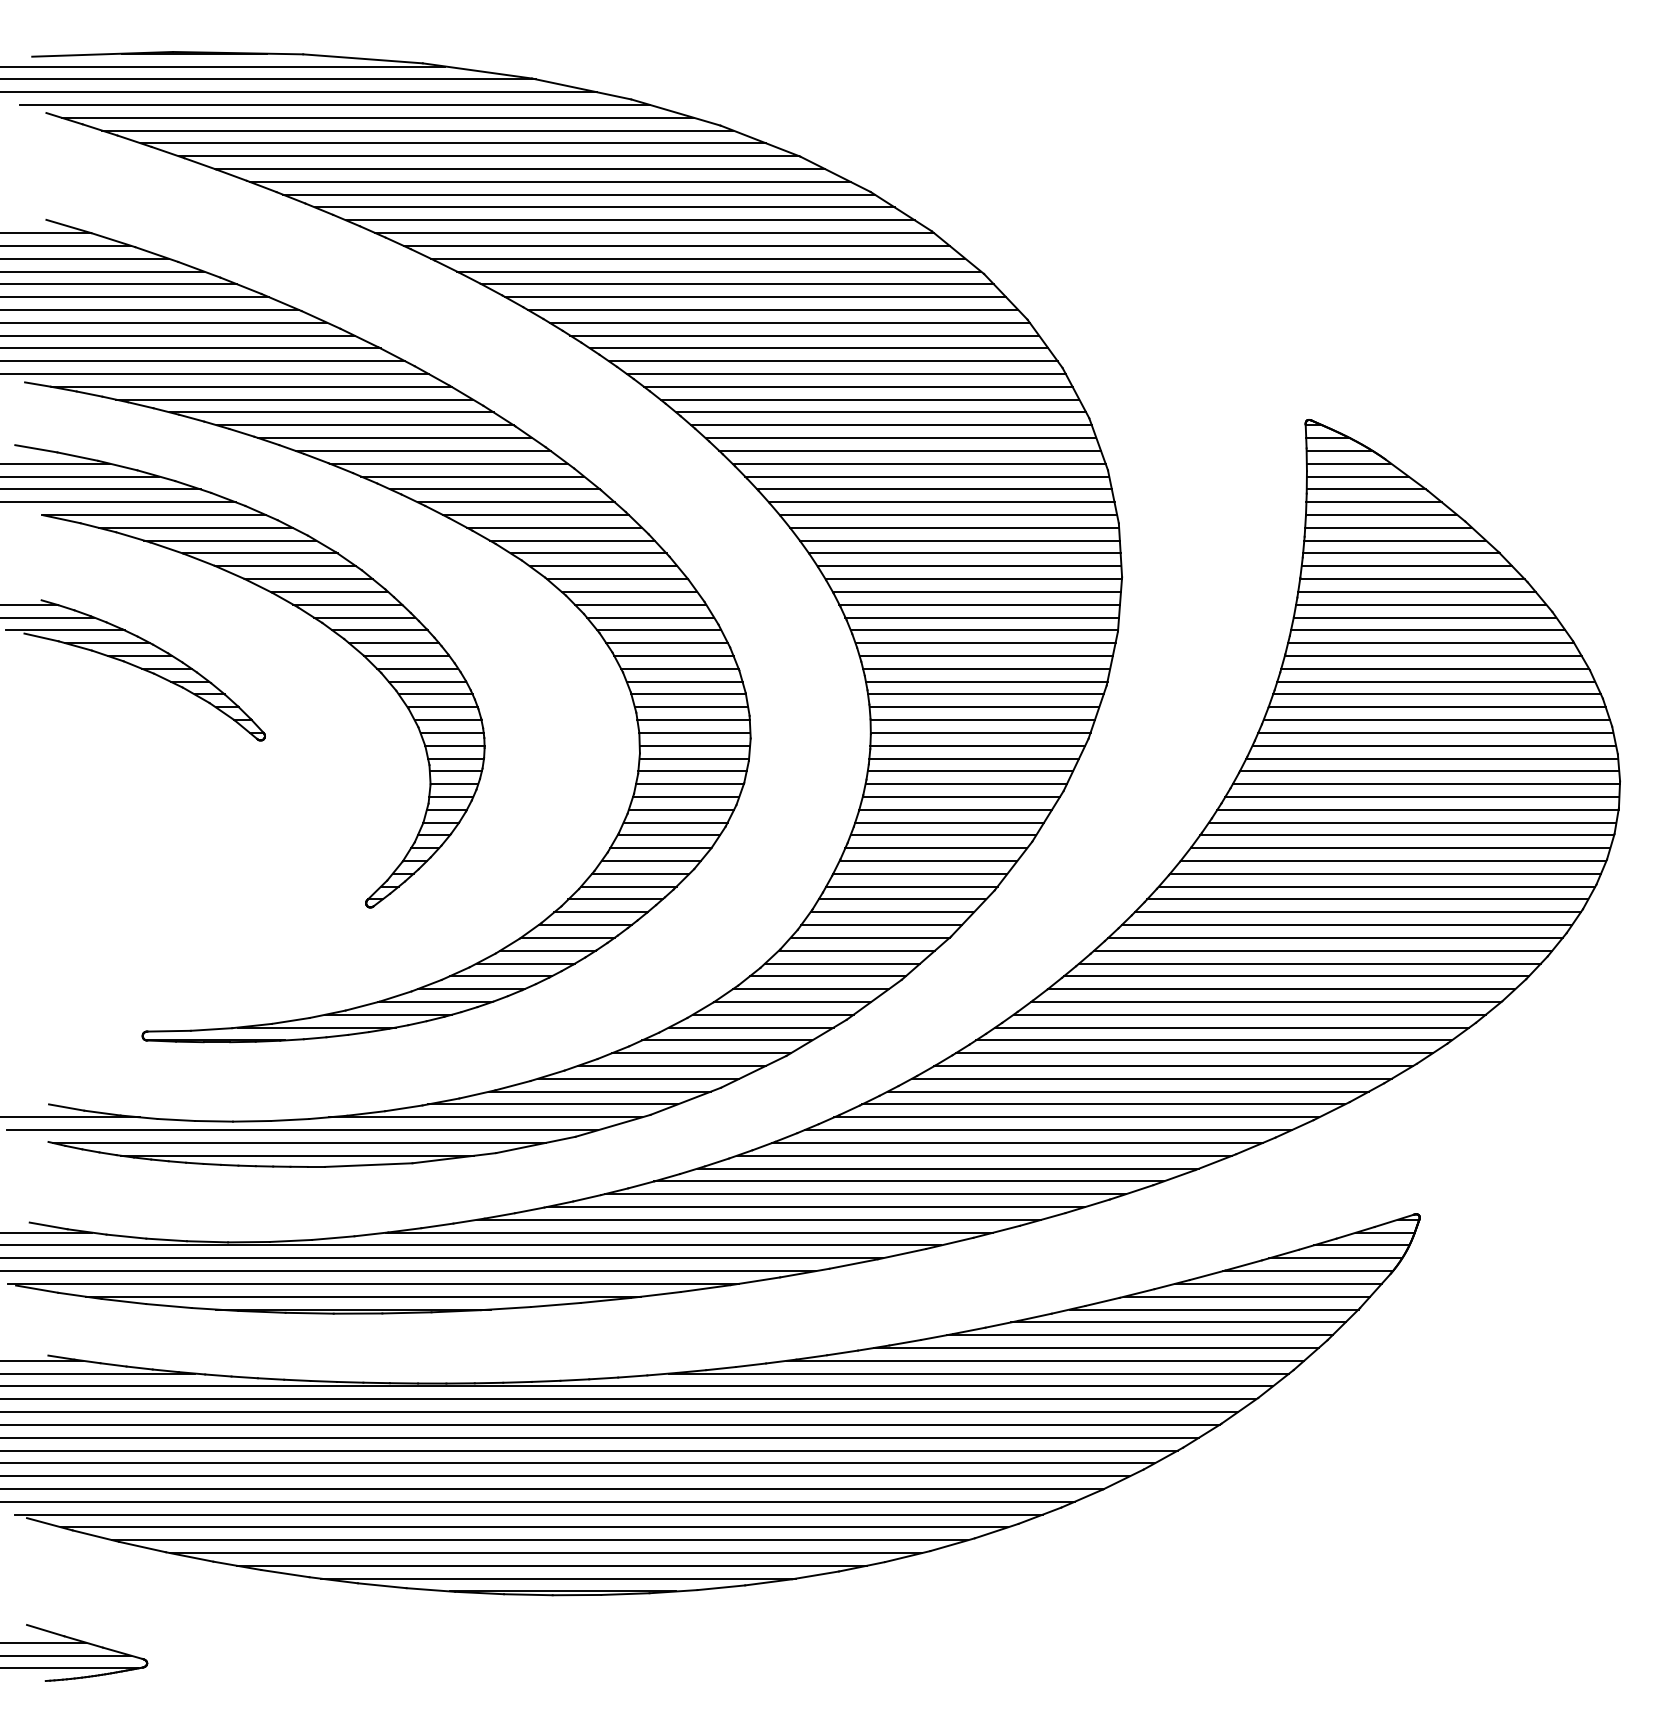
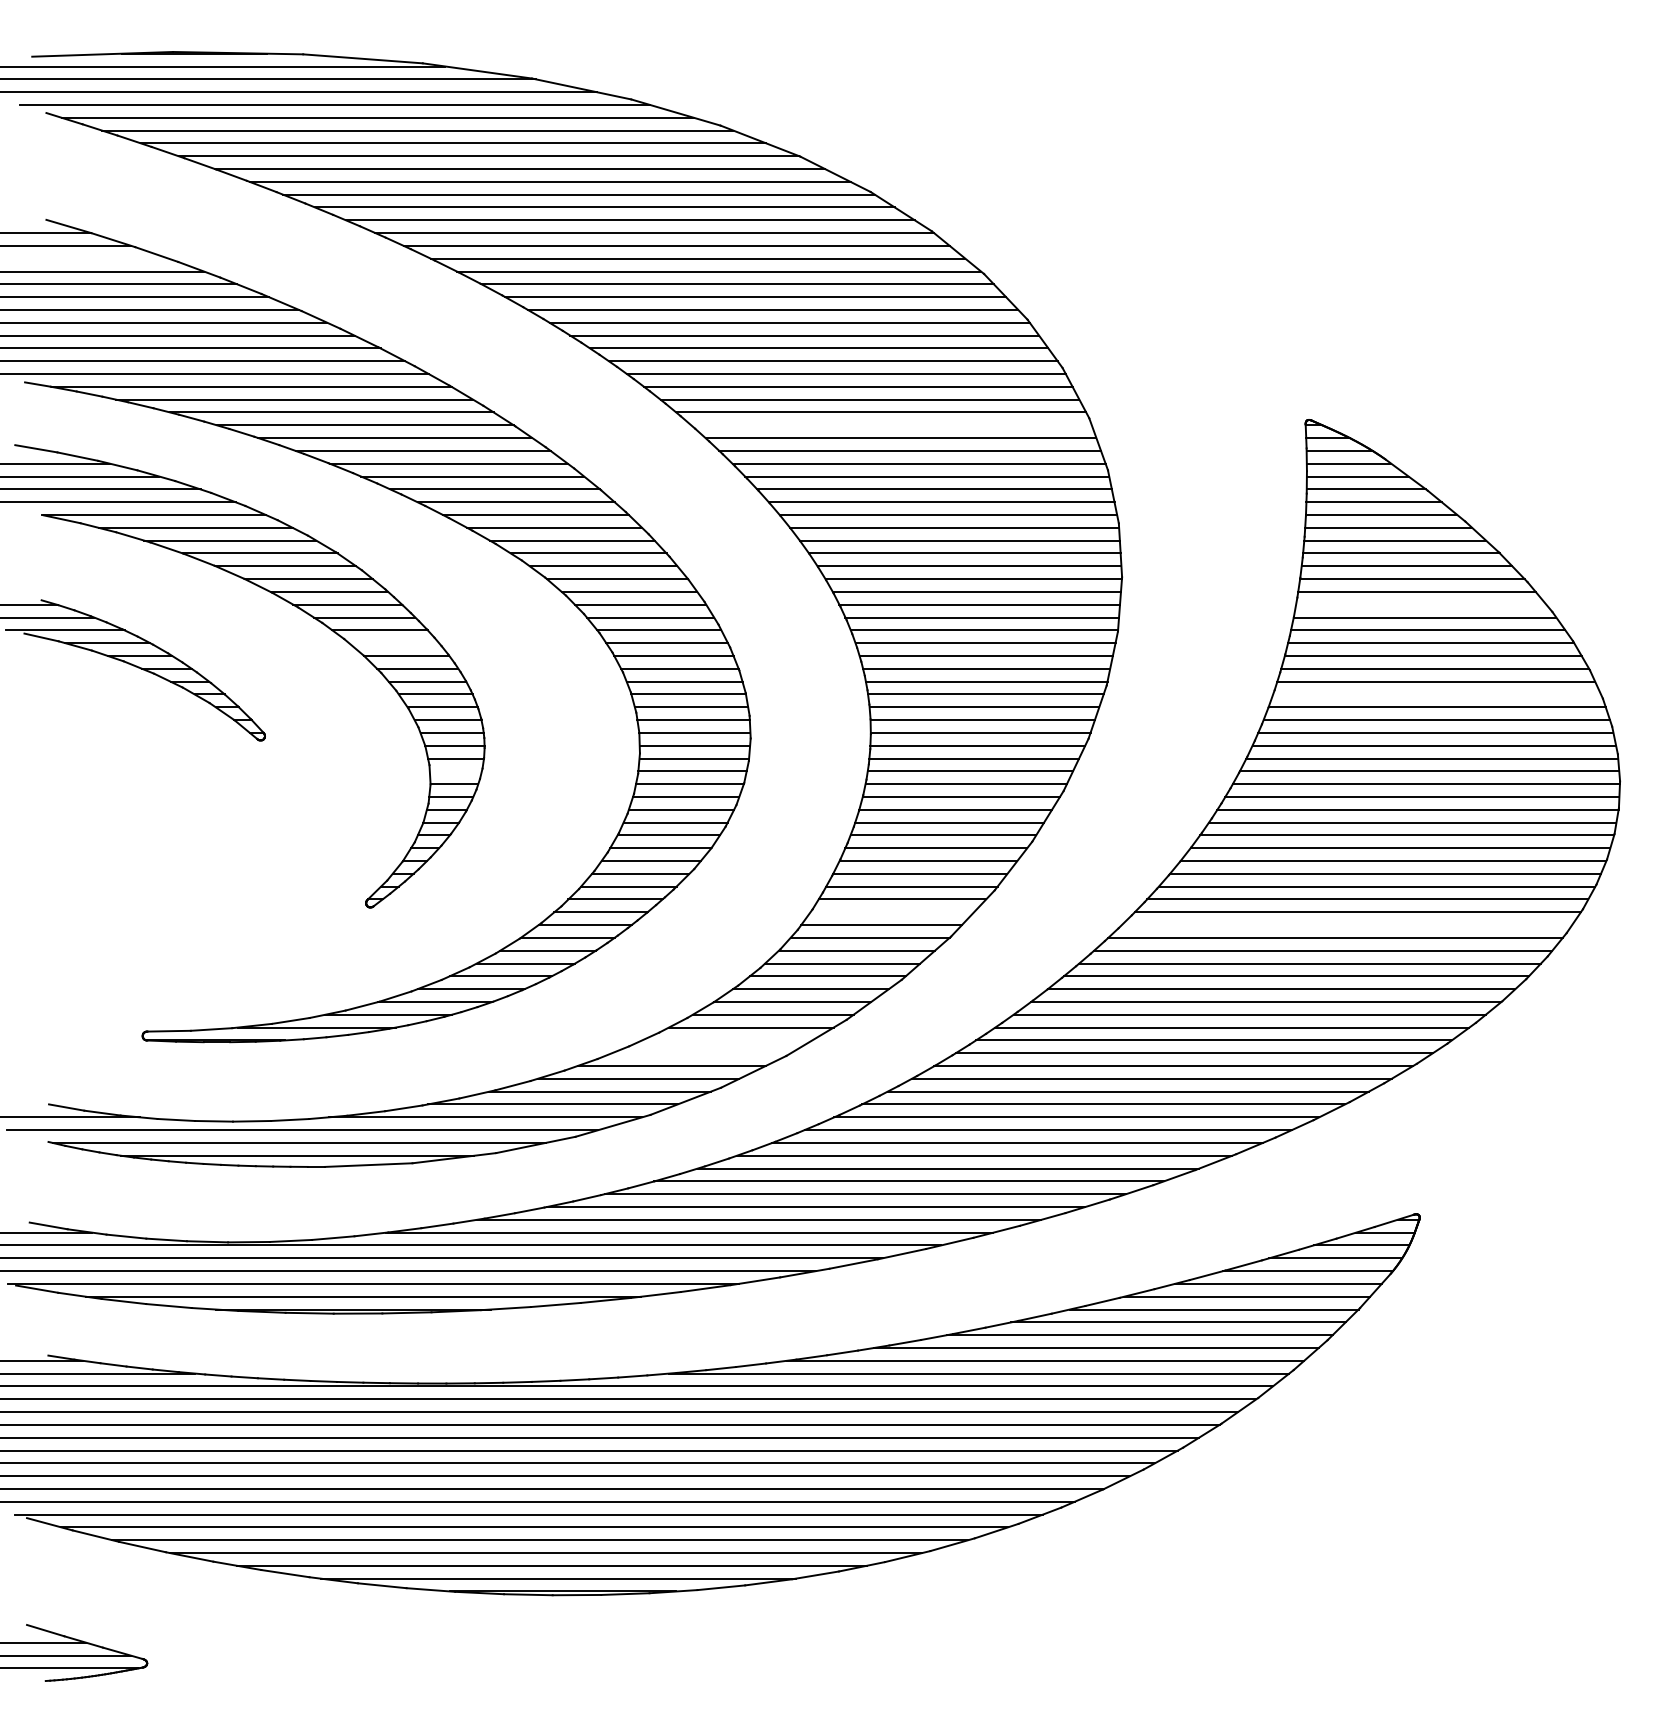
line at (85, 258): present -> none
line at (891, 425): present -> none
line at (1421, 604): present -> none
line at (394, 643): present -> none
line at (1436, 694): present -> none
line at (455, 771): present -> none
line at (892, 912): present -> none
line at (1346, 925): present -> none
line at (727, 1040): present -> none
line at (701, 1053): present -> none
